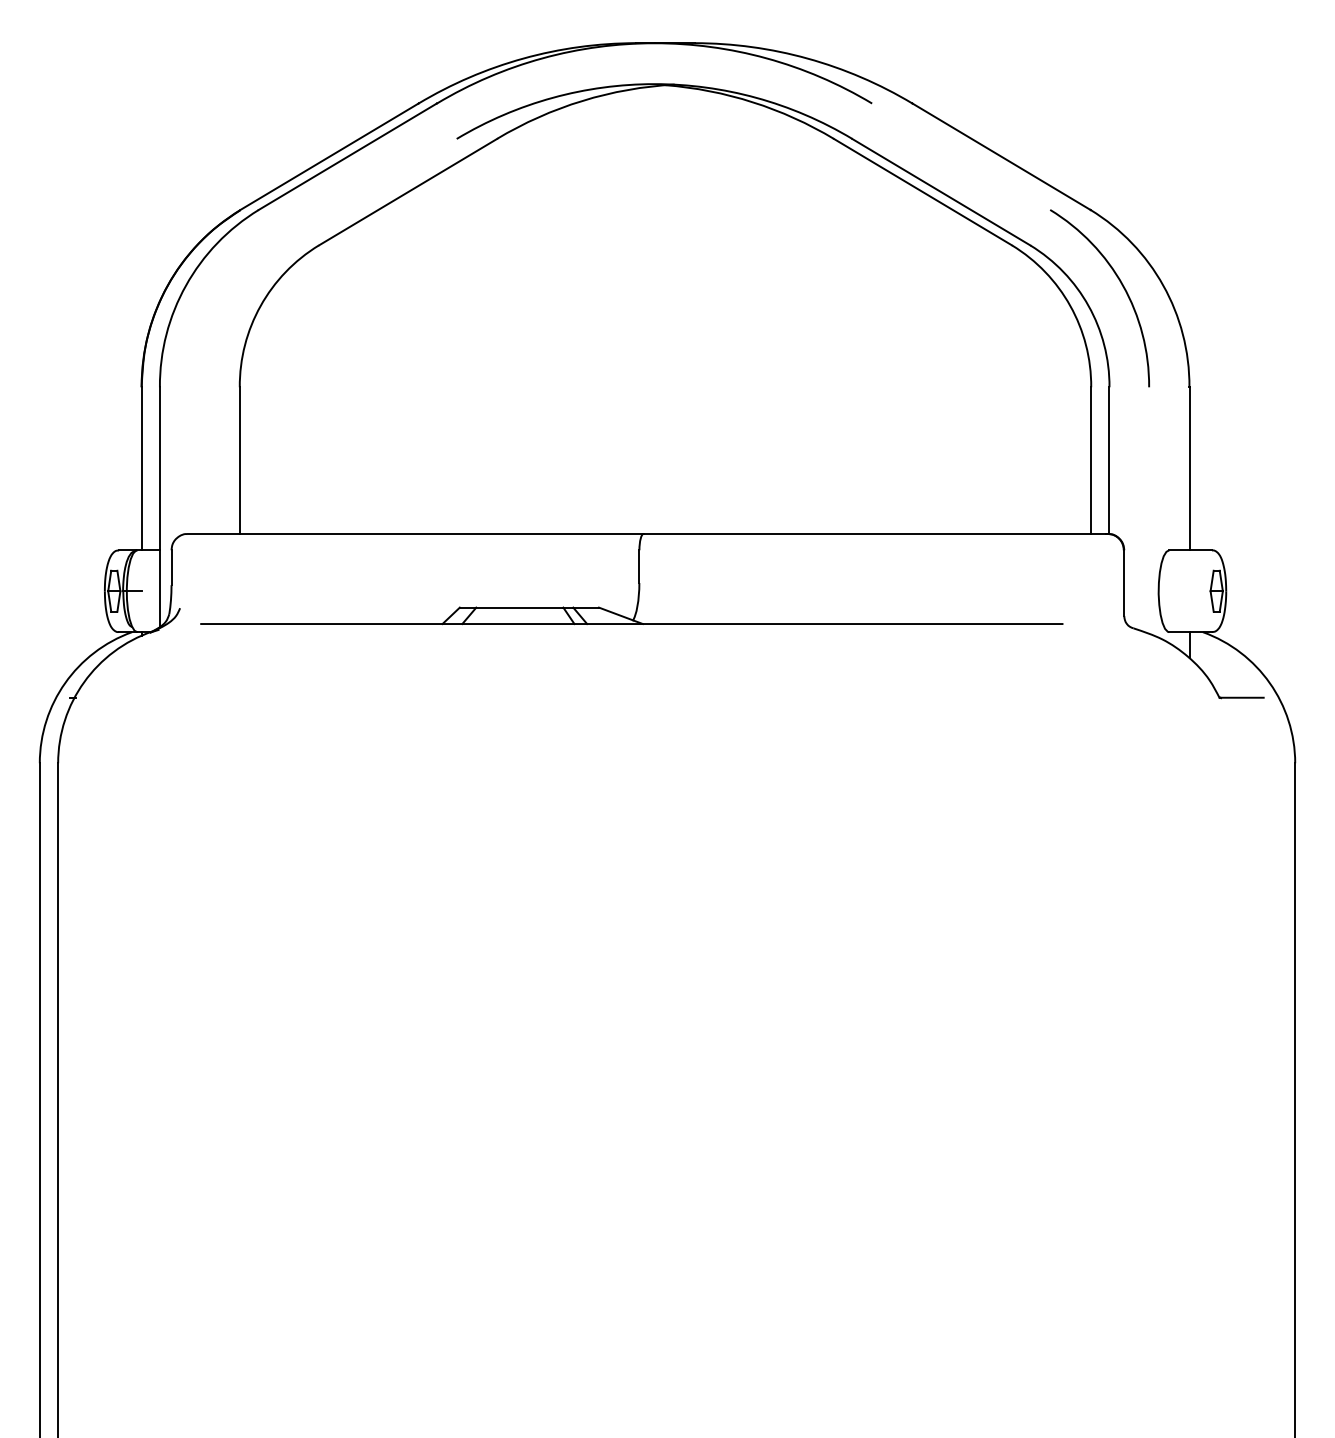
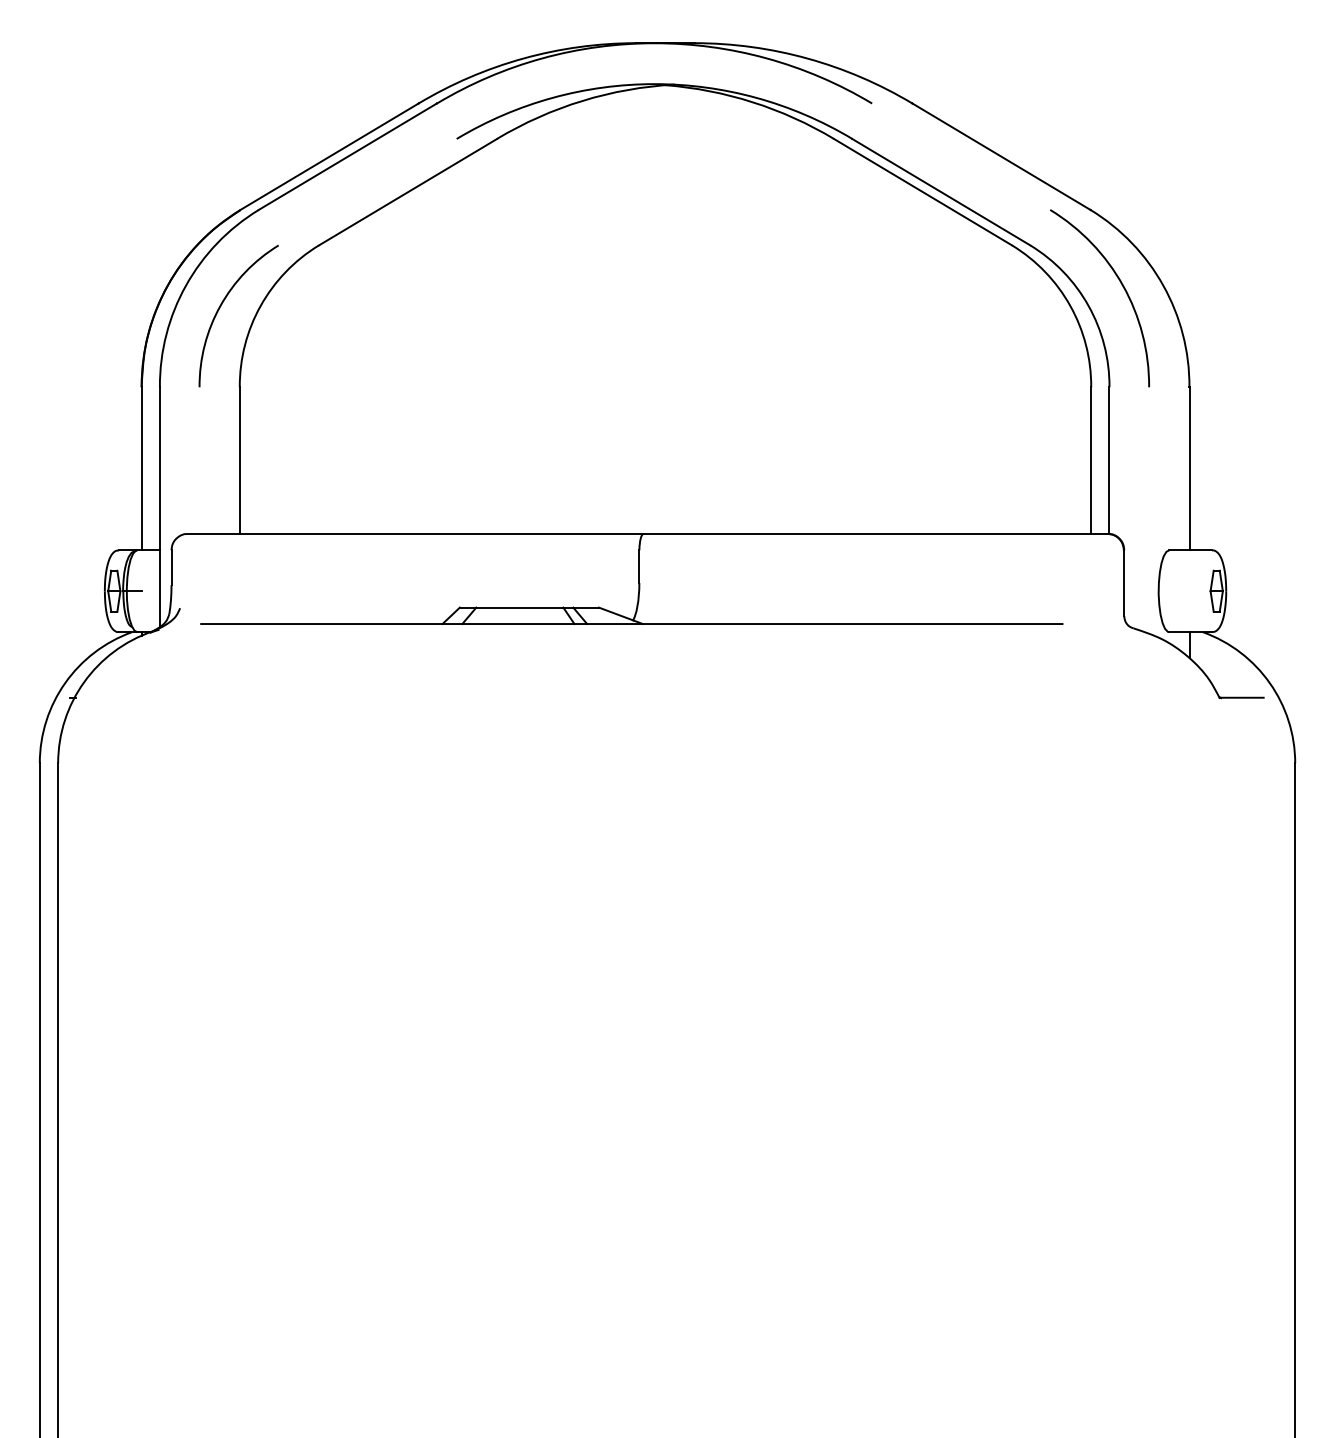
arc at (220, 308): none -> present
